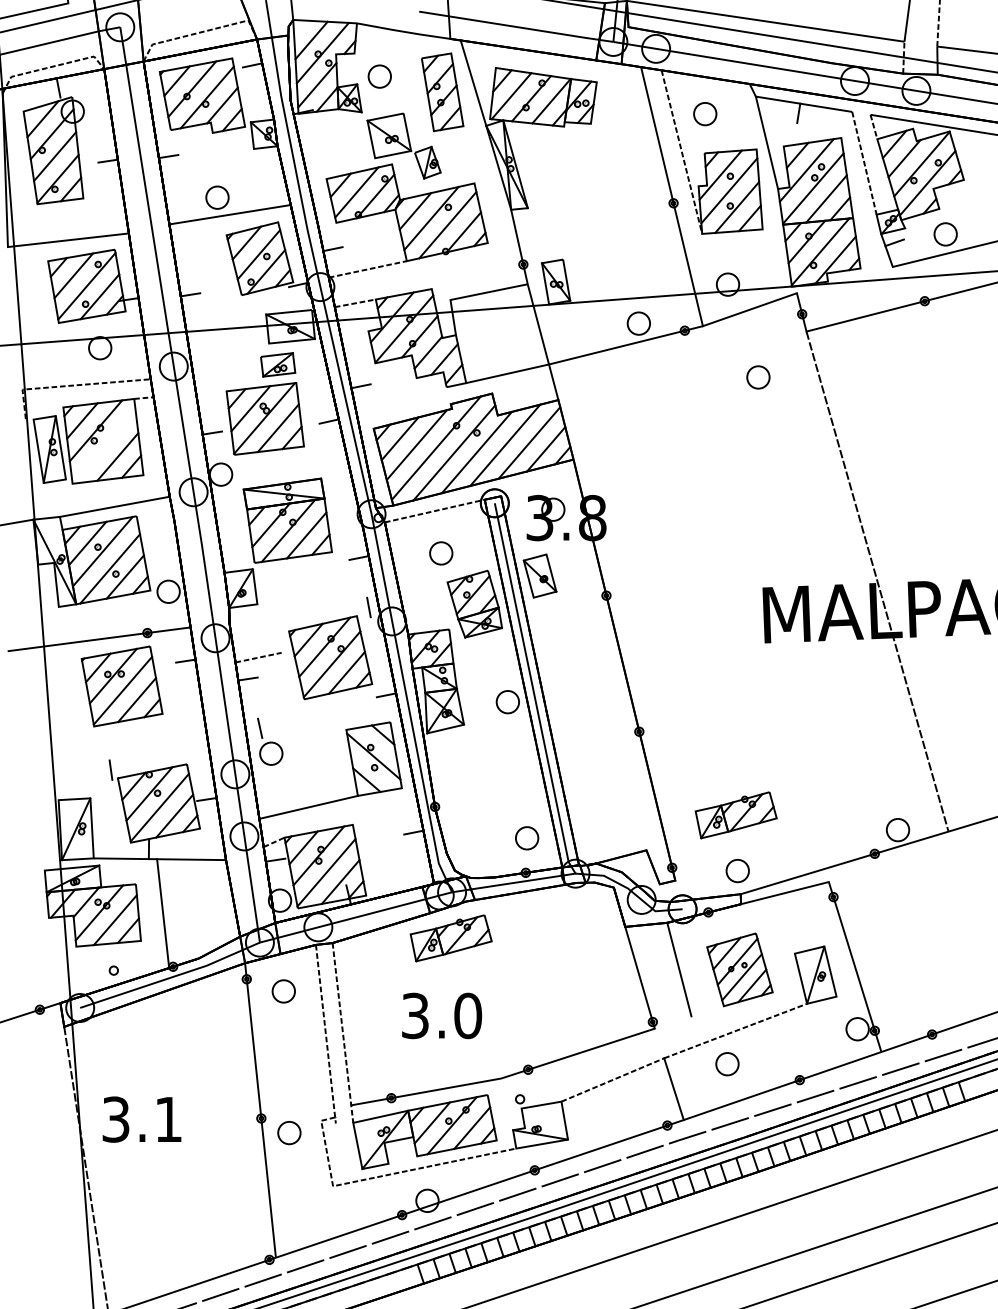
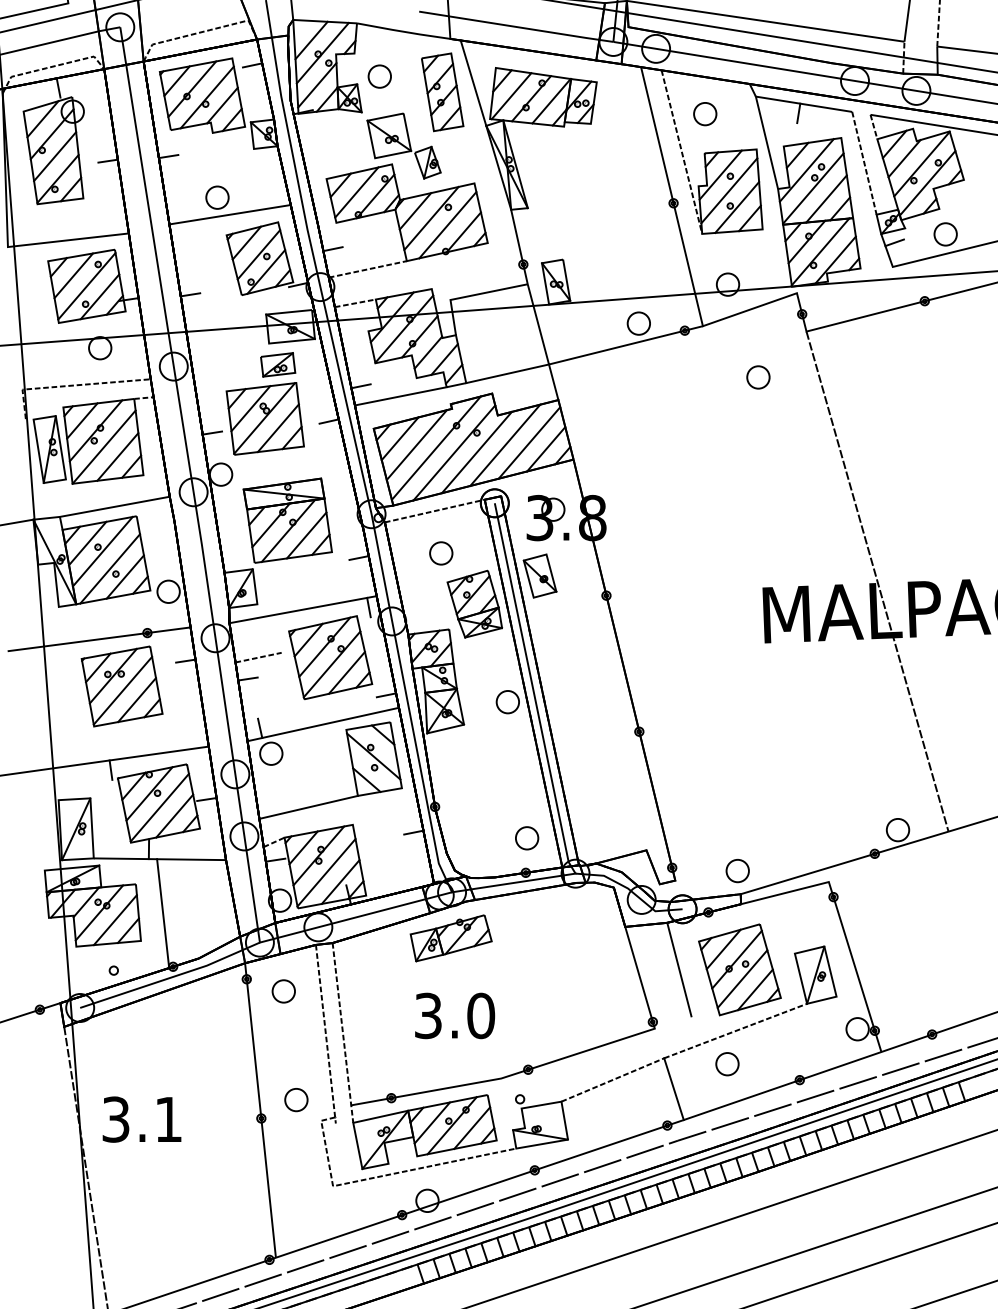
line at (400, 396): none -> present
line at (103, 446): none -> present
line at (302, 609): none -> present
line at (322, 724): none -> present
line at (105, 760): none -> present
part at (735, 815): present -> none
part at (739, 969) size: 68x76 px -> 84x94 px
text at (442, 1015) position: (442, 1015) -> (455, 1015)
part at (289, 1133) position: (289, 1133) -> (296, 1100)
